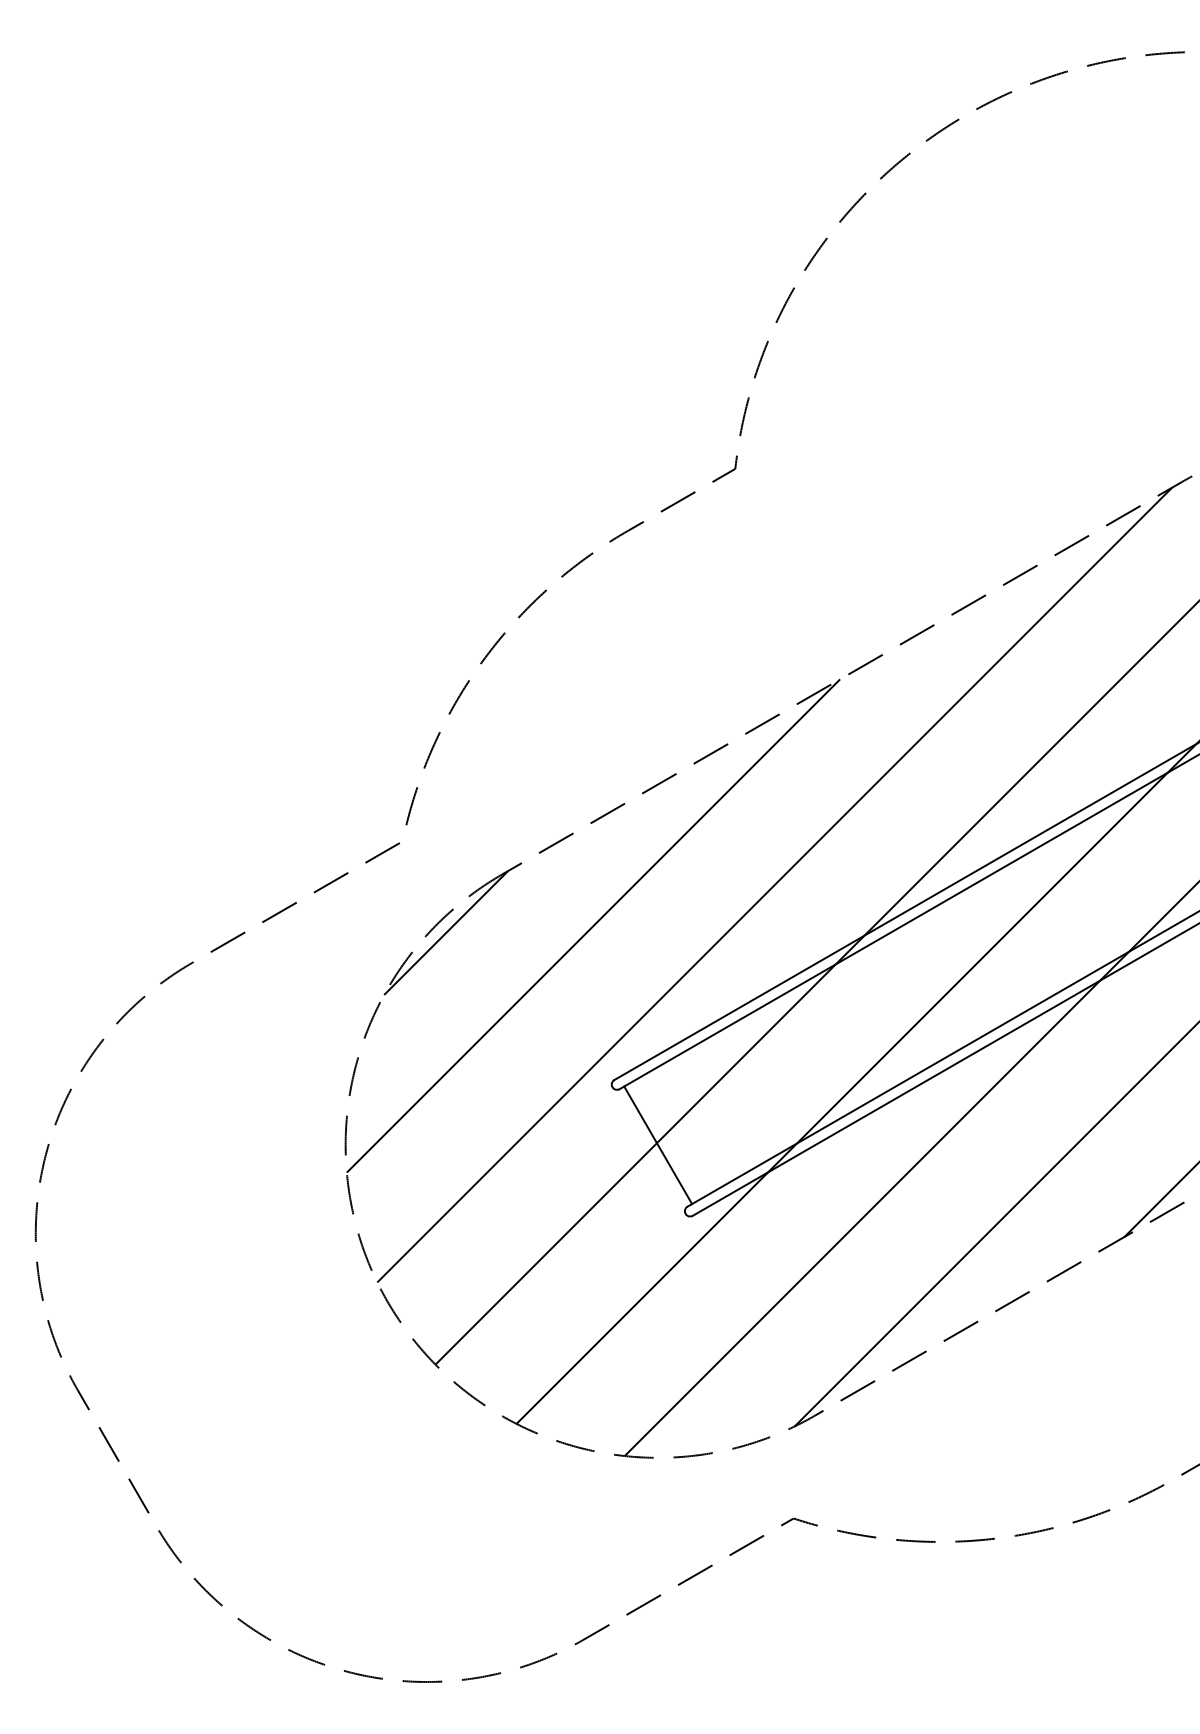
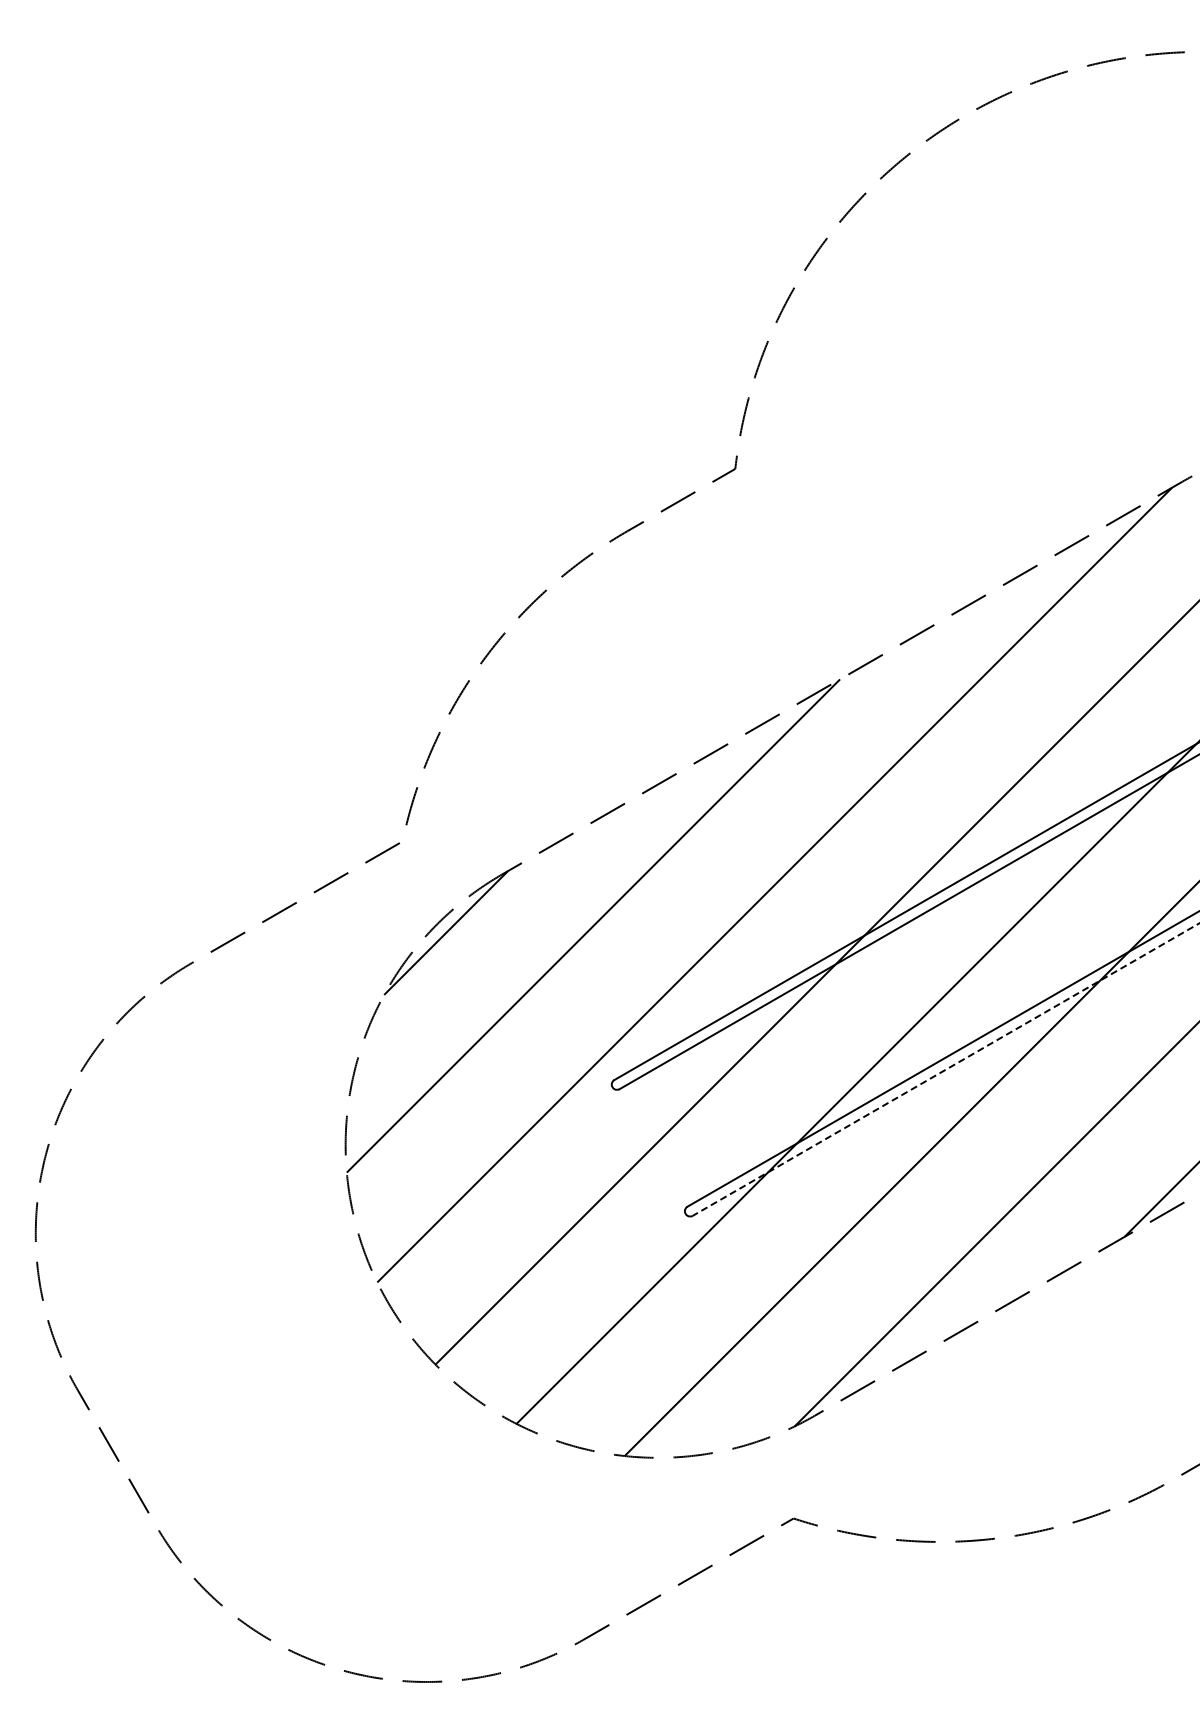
line at (945, 1069): solid -> dashed
line at (658, 1145): present -> none
